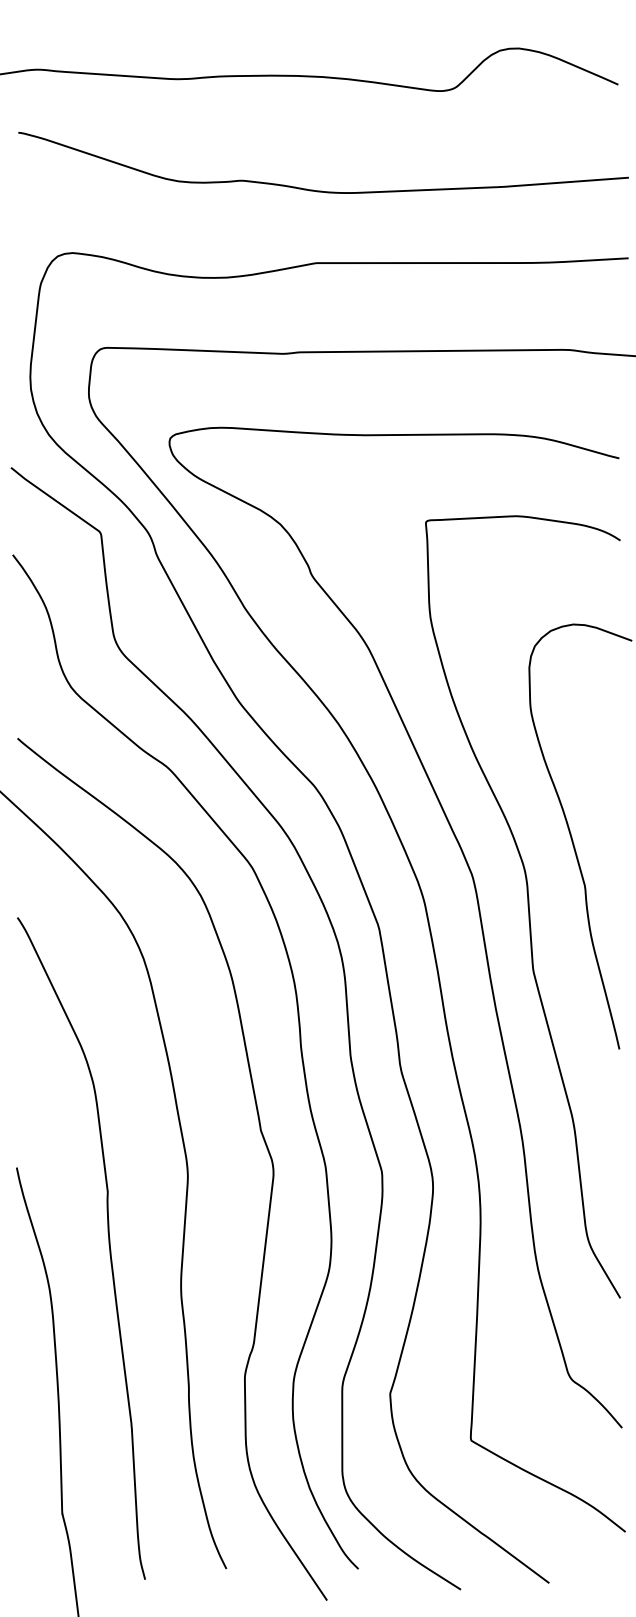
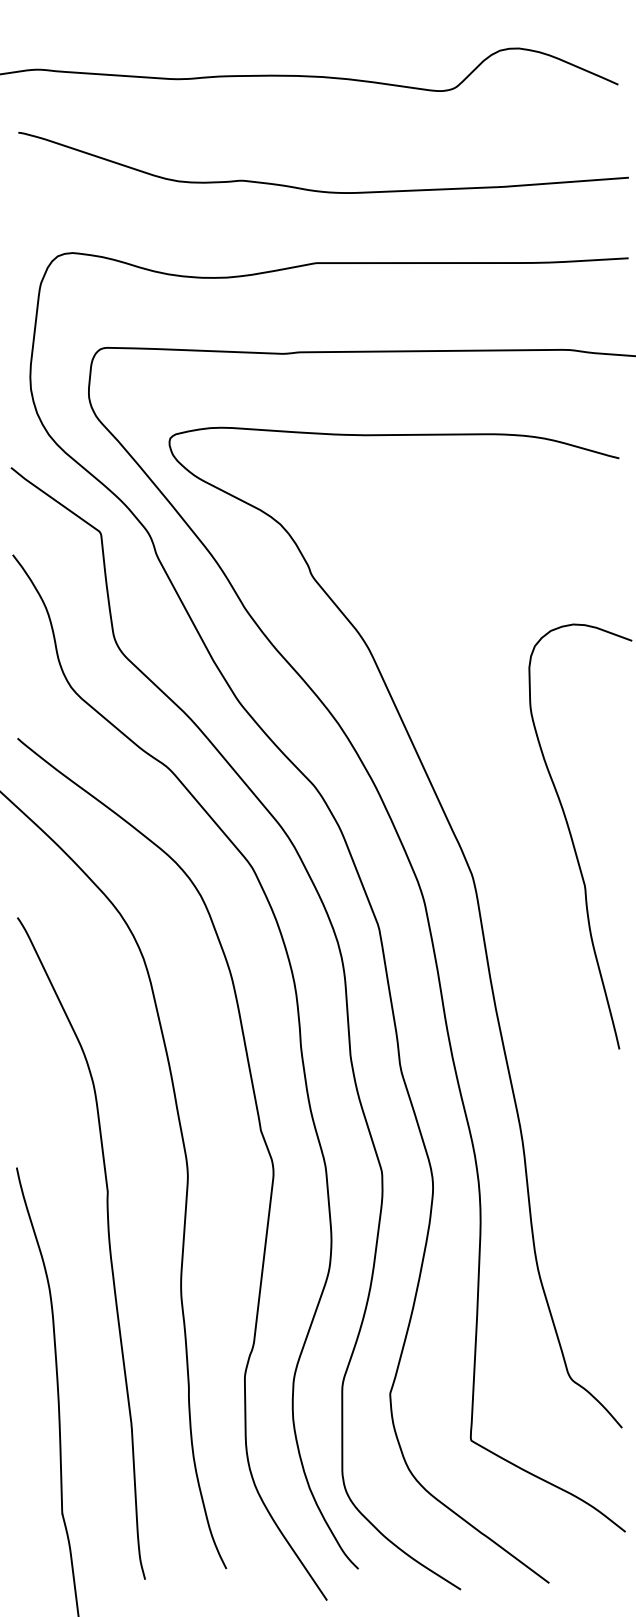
curve at (527, 906): present -> none
